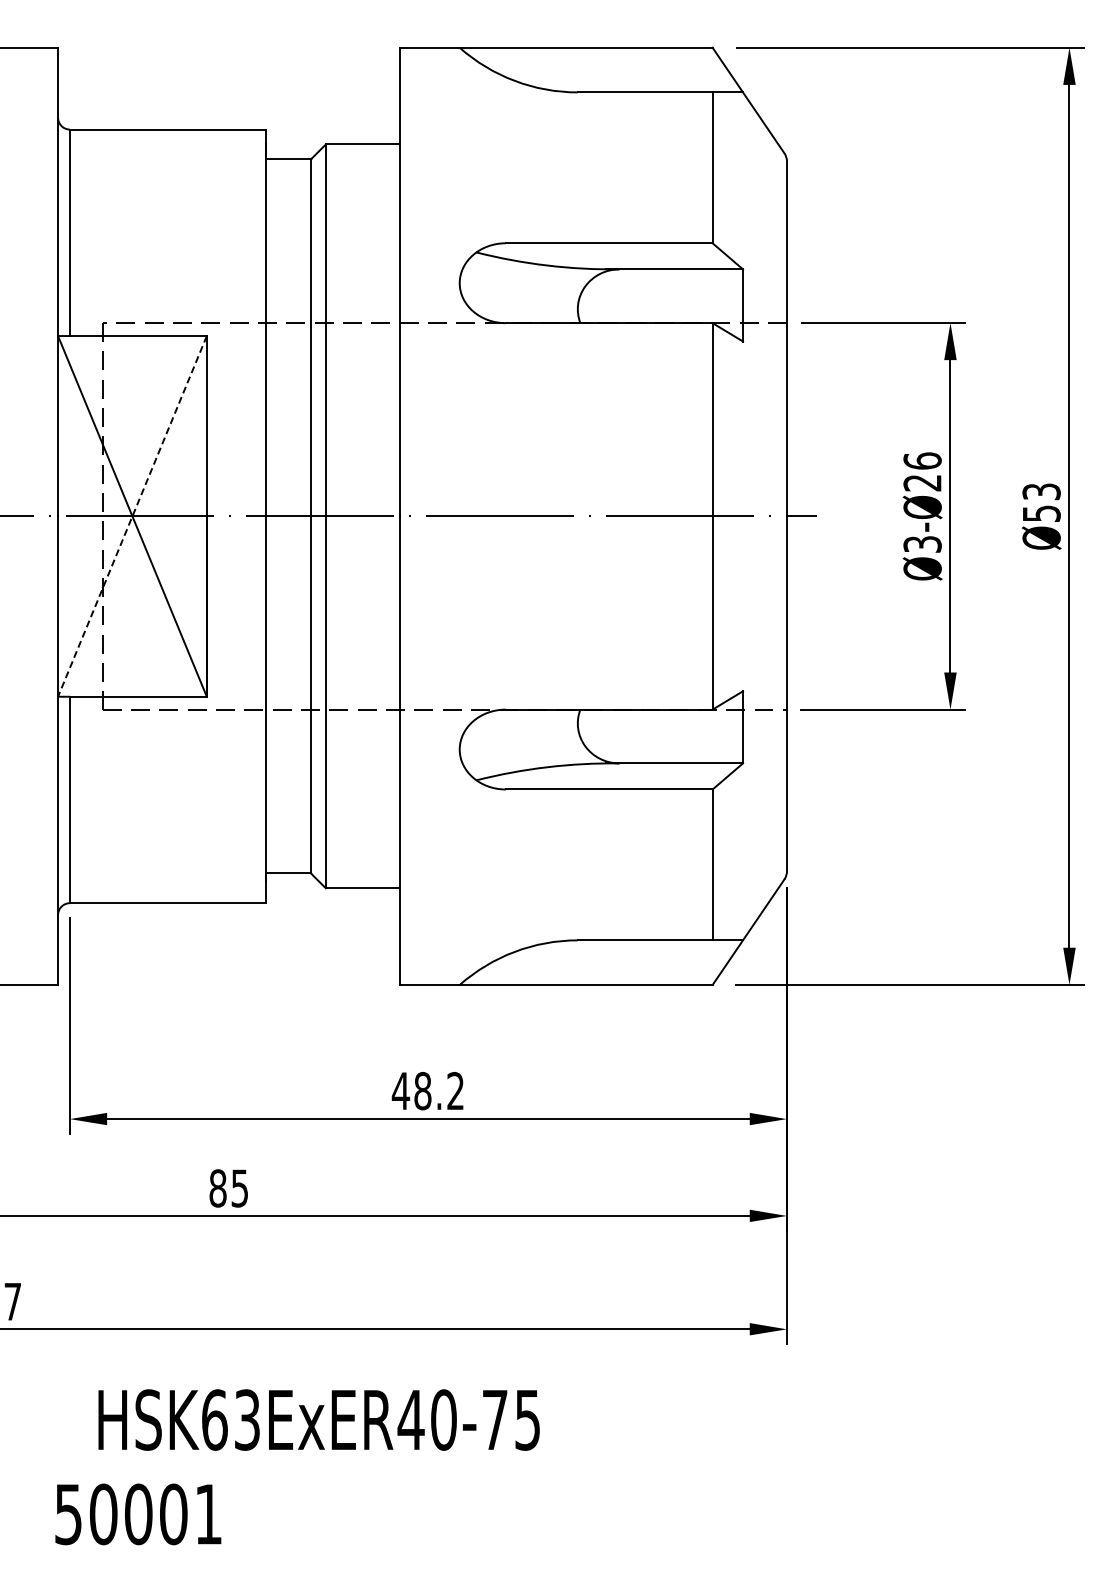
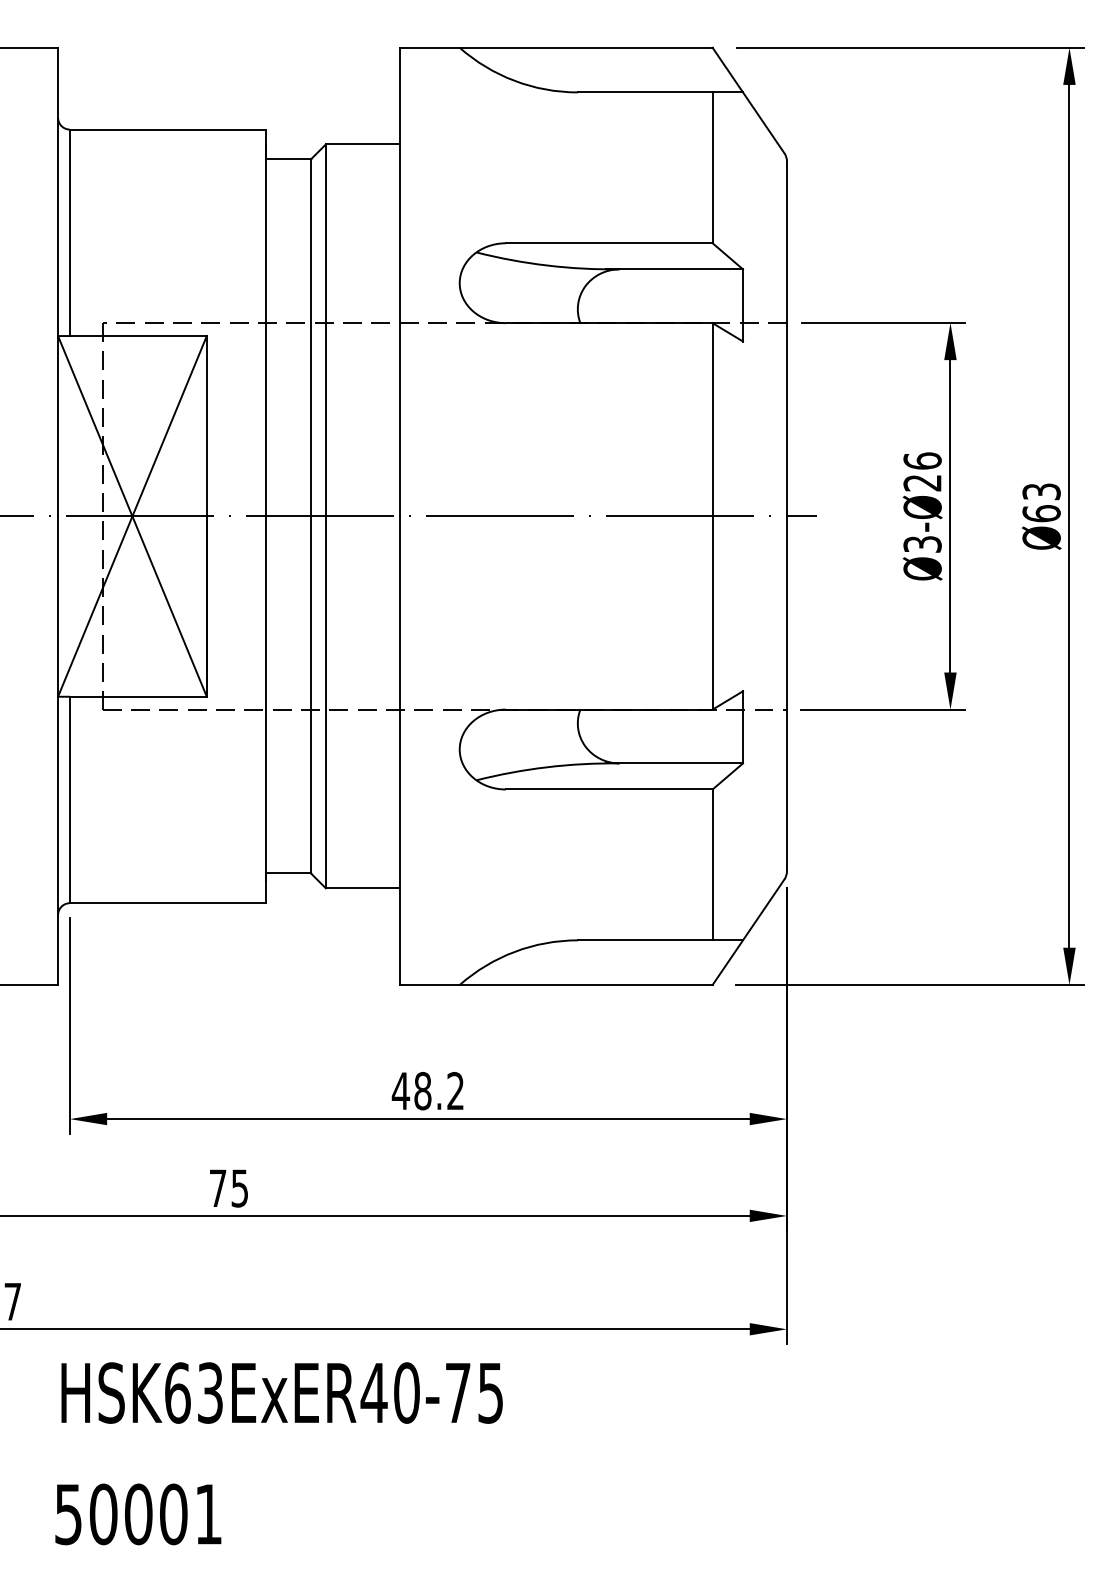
text at (1041, 513): 53 -> 63
line at (132, 516): dashed -> solid
text at (217, 1188): 85 -> 75
text at (318, 1419) position: (318, 1419) -> (281, 1392)
